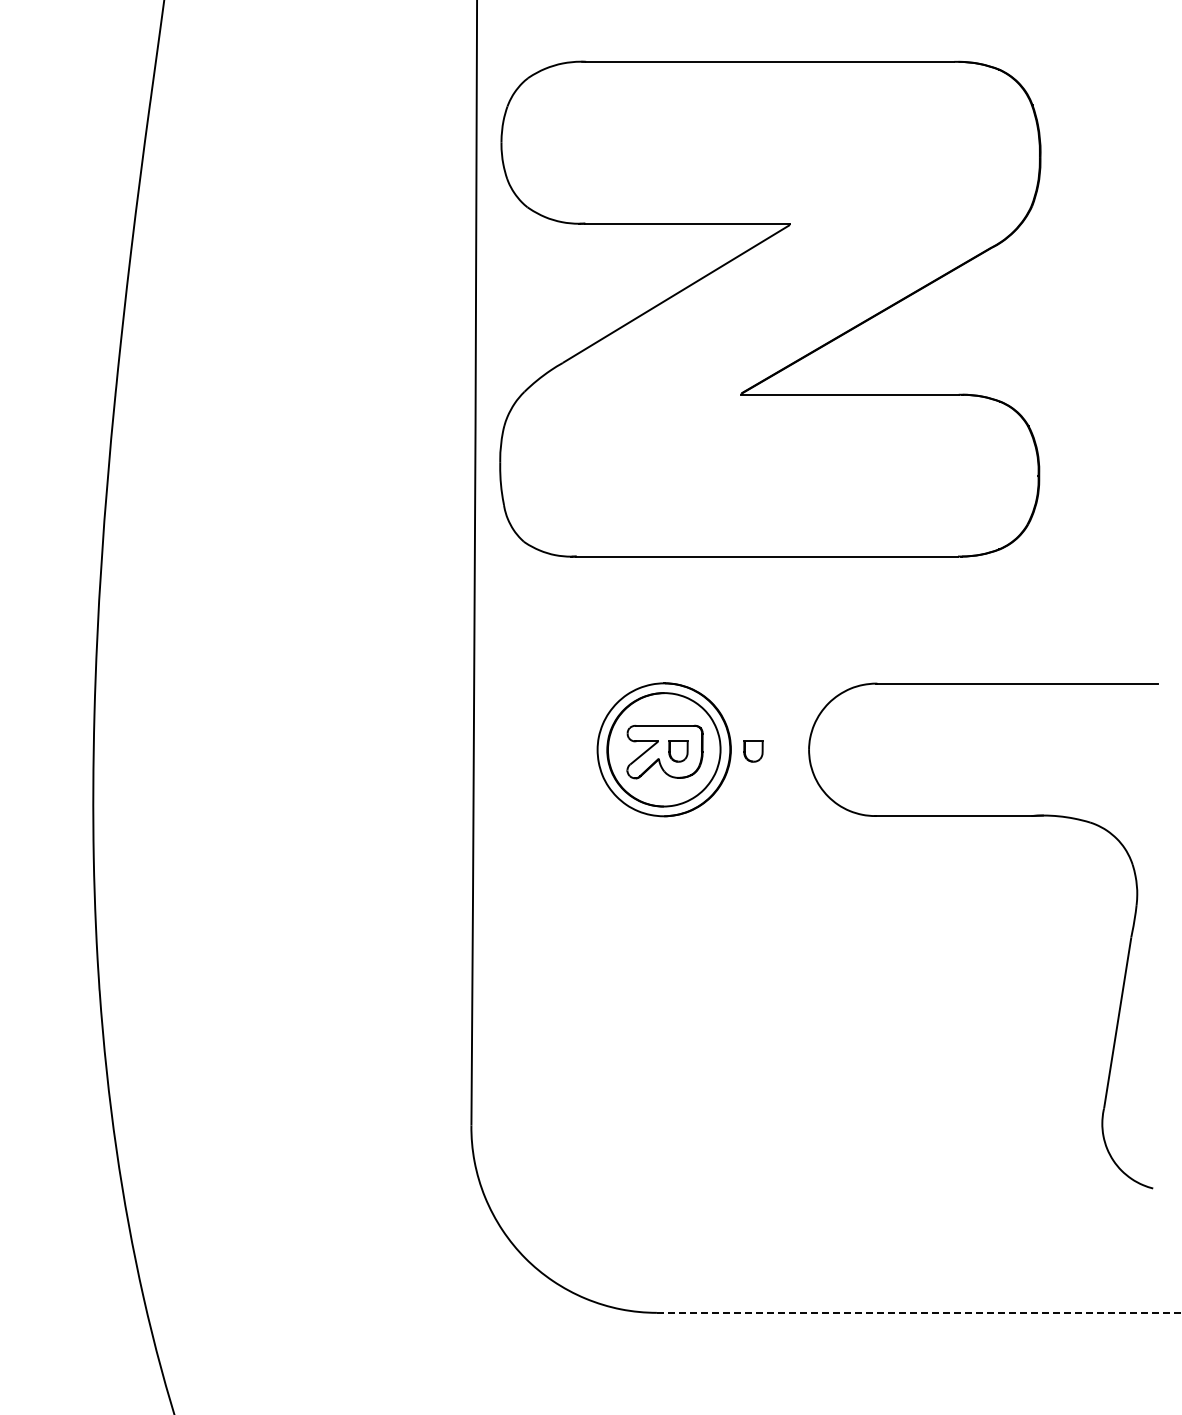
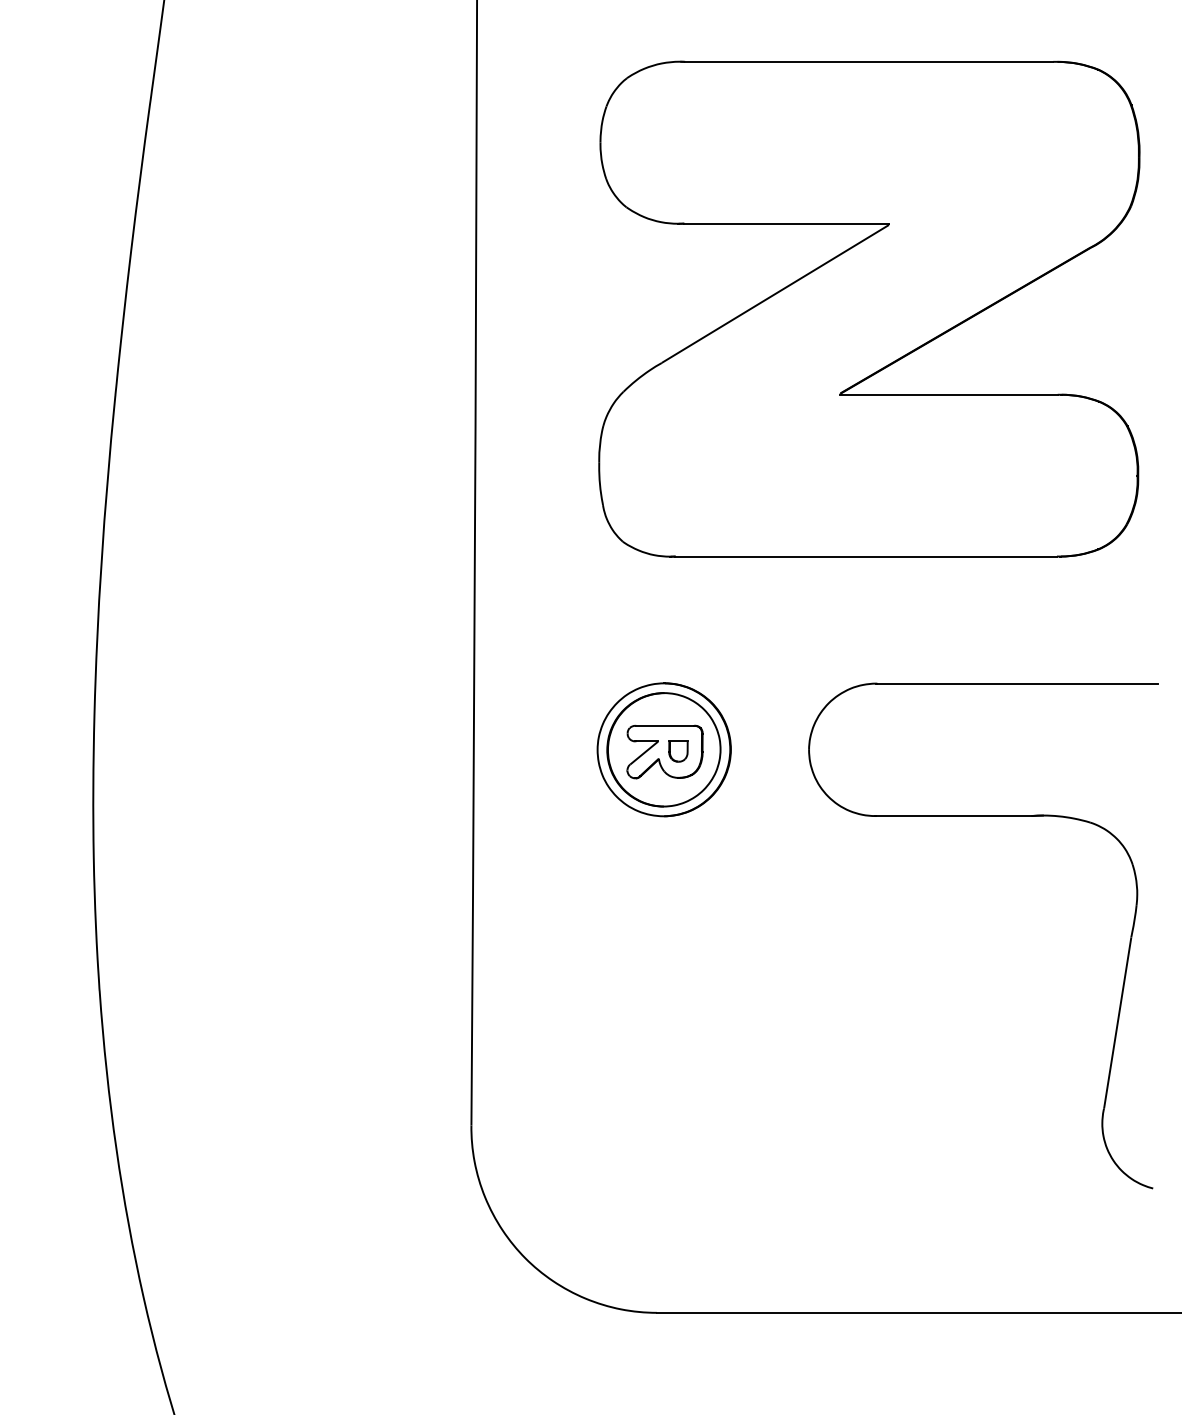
part at (770, 308) position: (770, 308) -> (869, 308)
part at (753, 751): present -> none
line at (919, 1312): dashed -> solid
